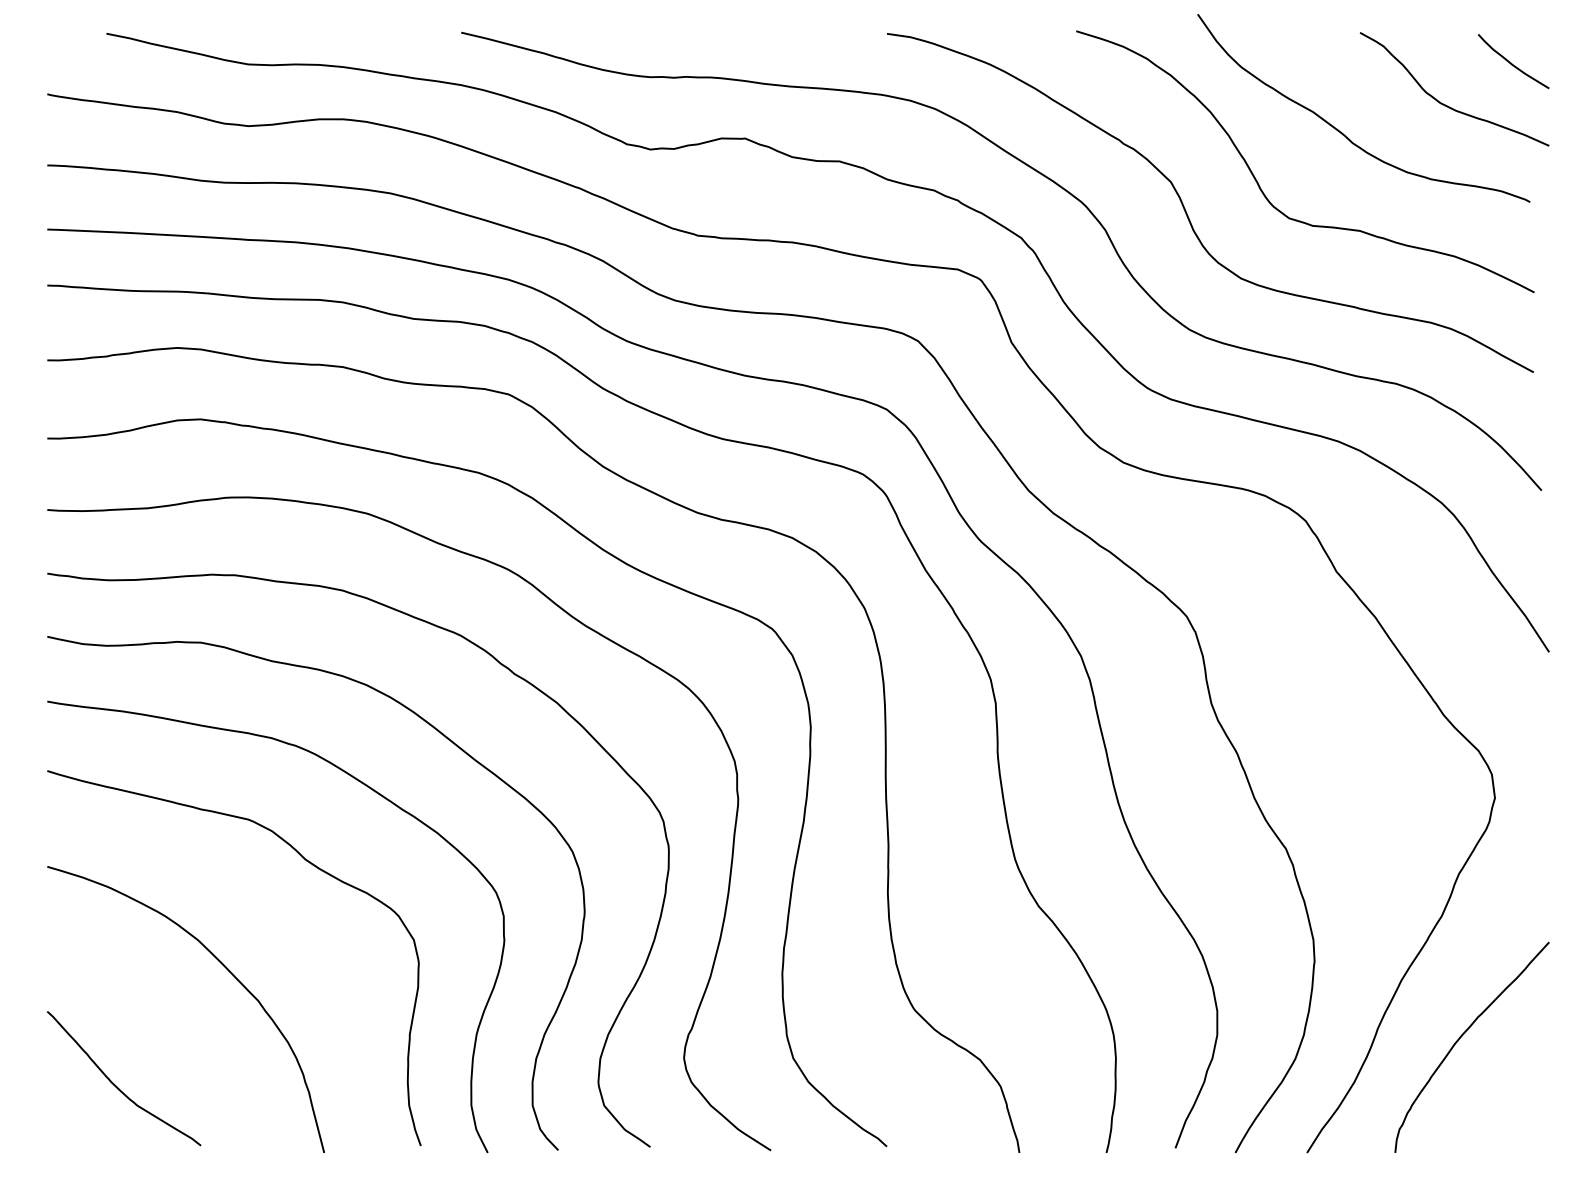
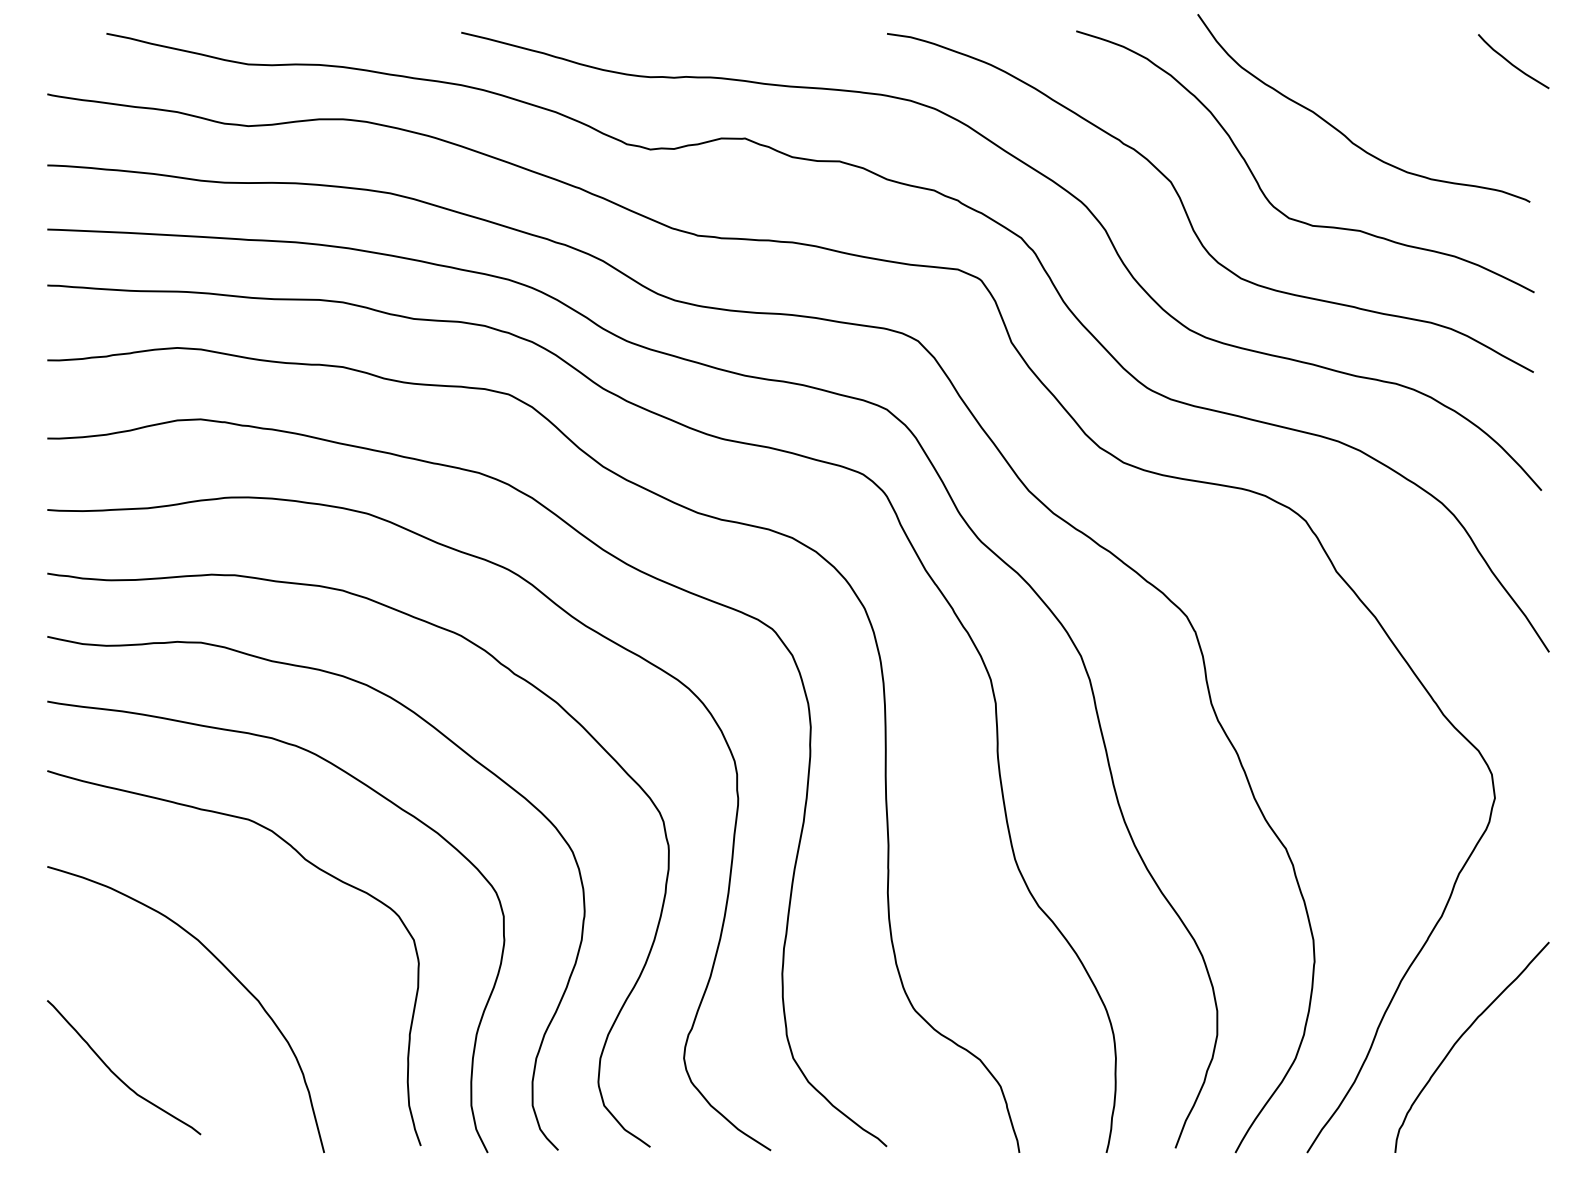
curve at (1447, 105): present -> none
curve at (116, 1085) position: (116, 1085) -> (116, 1074)
